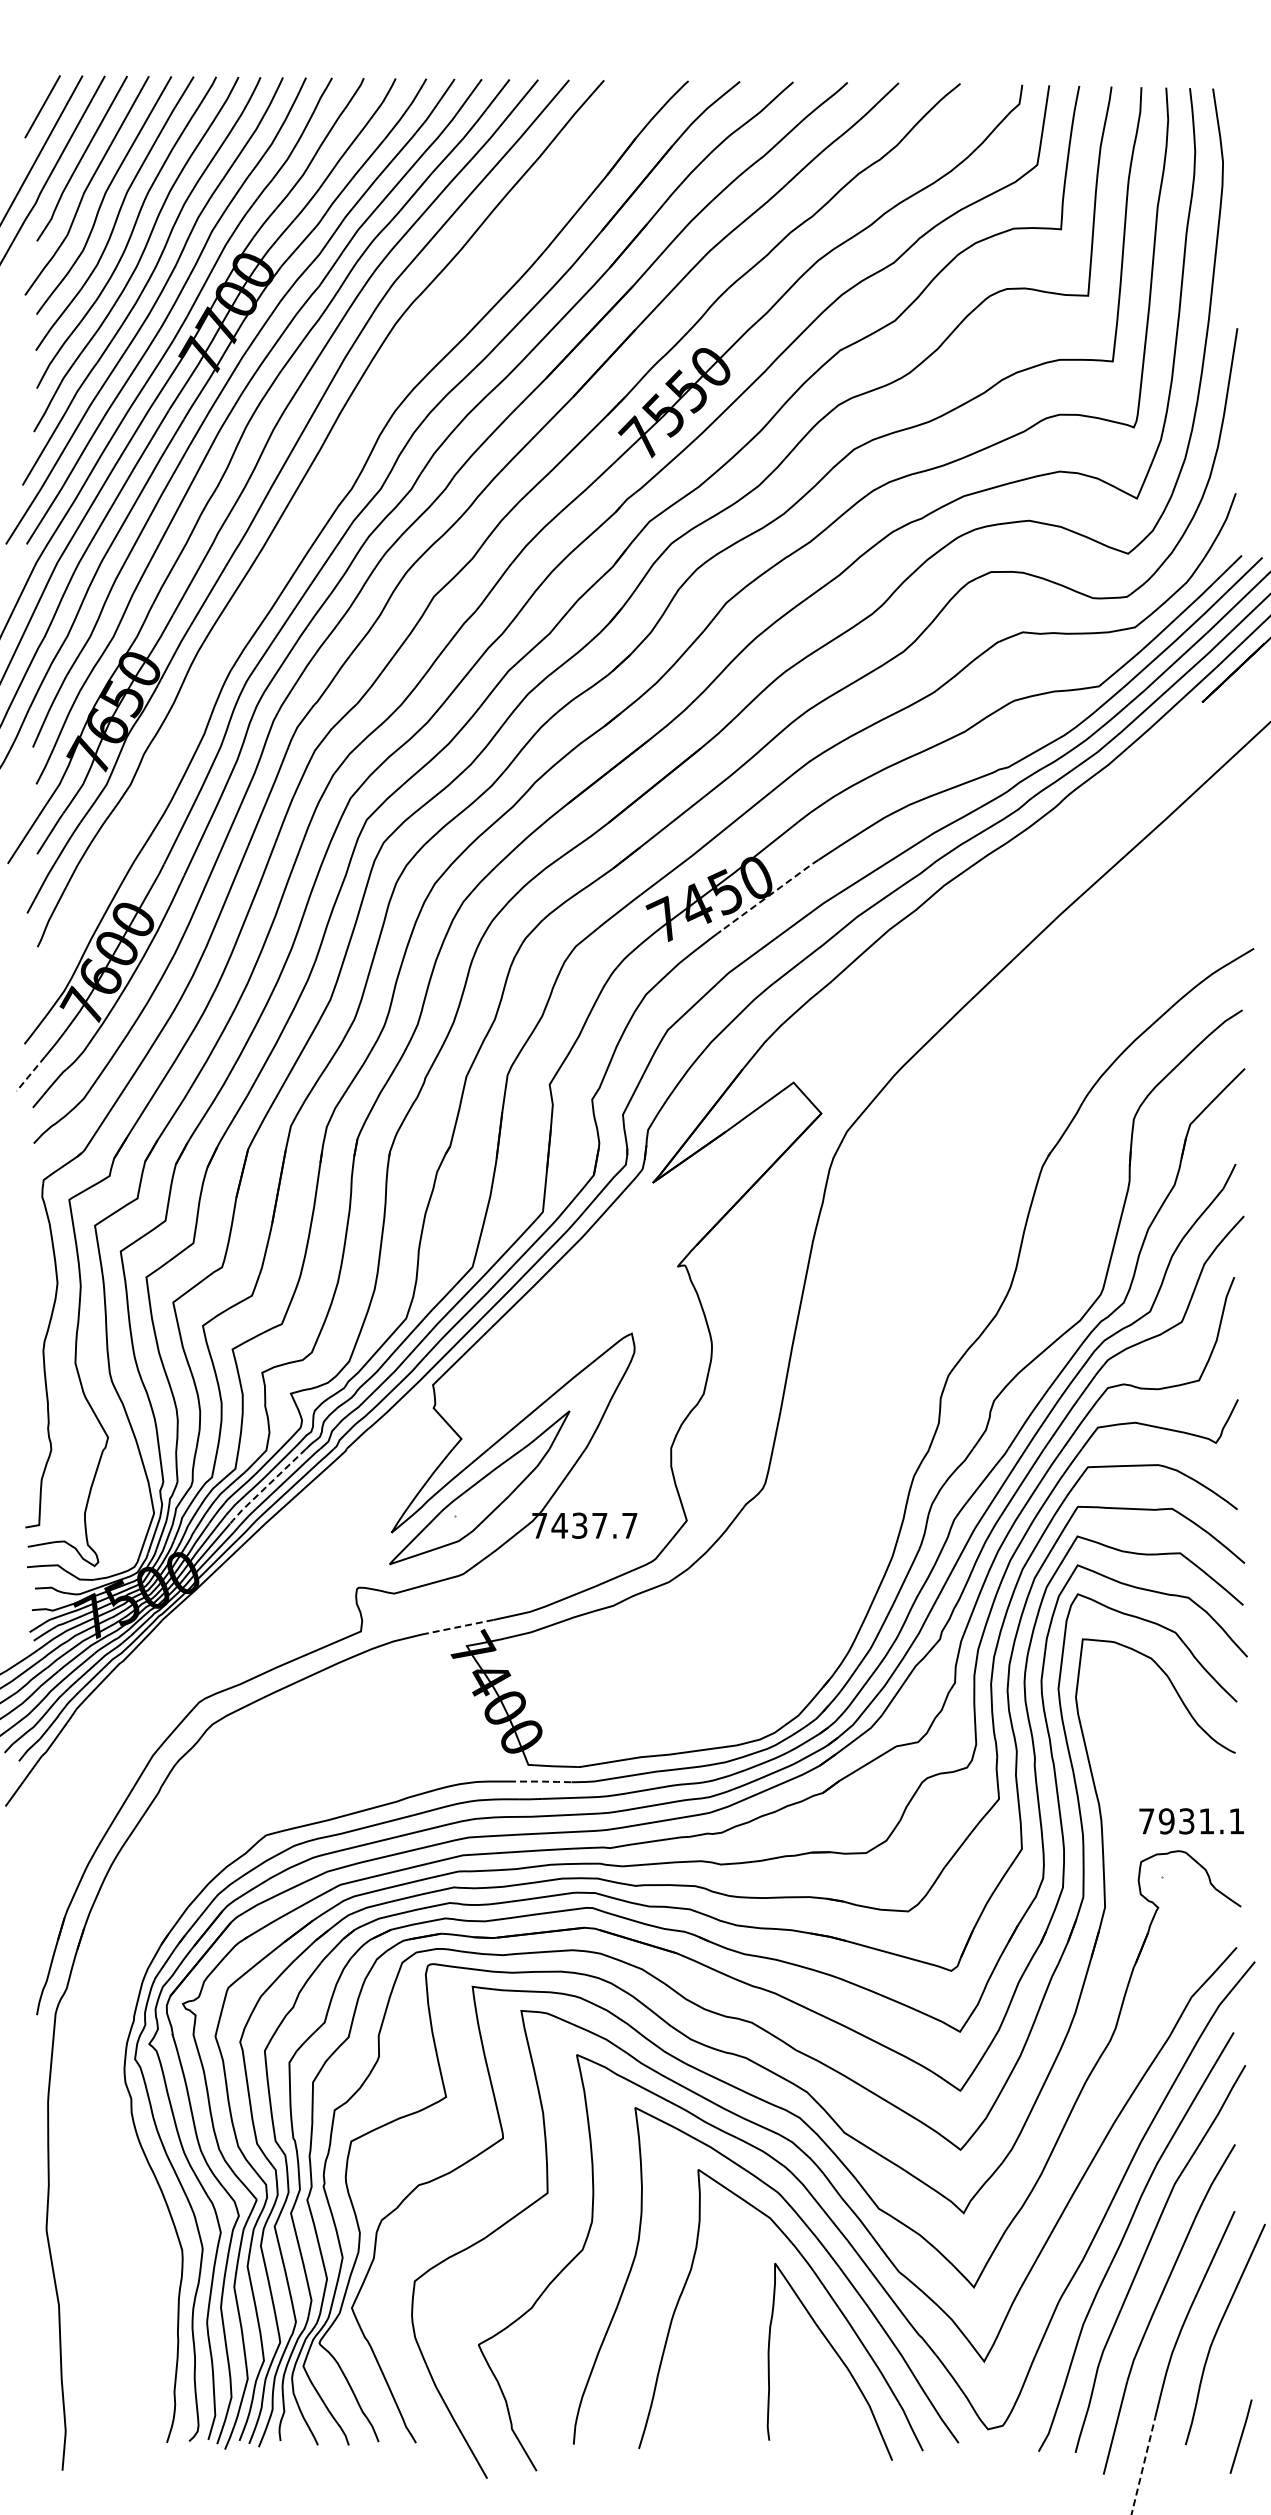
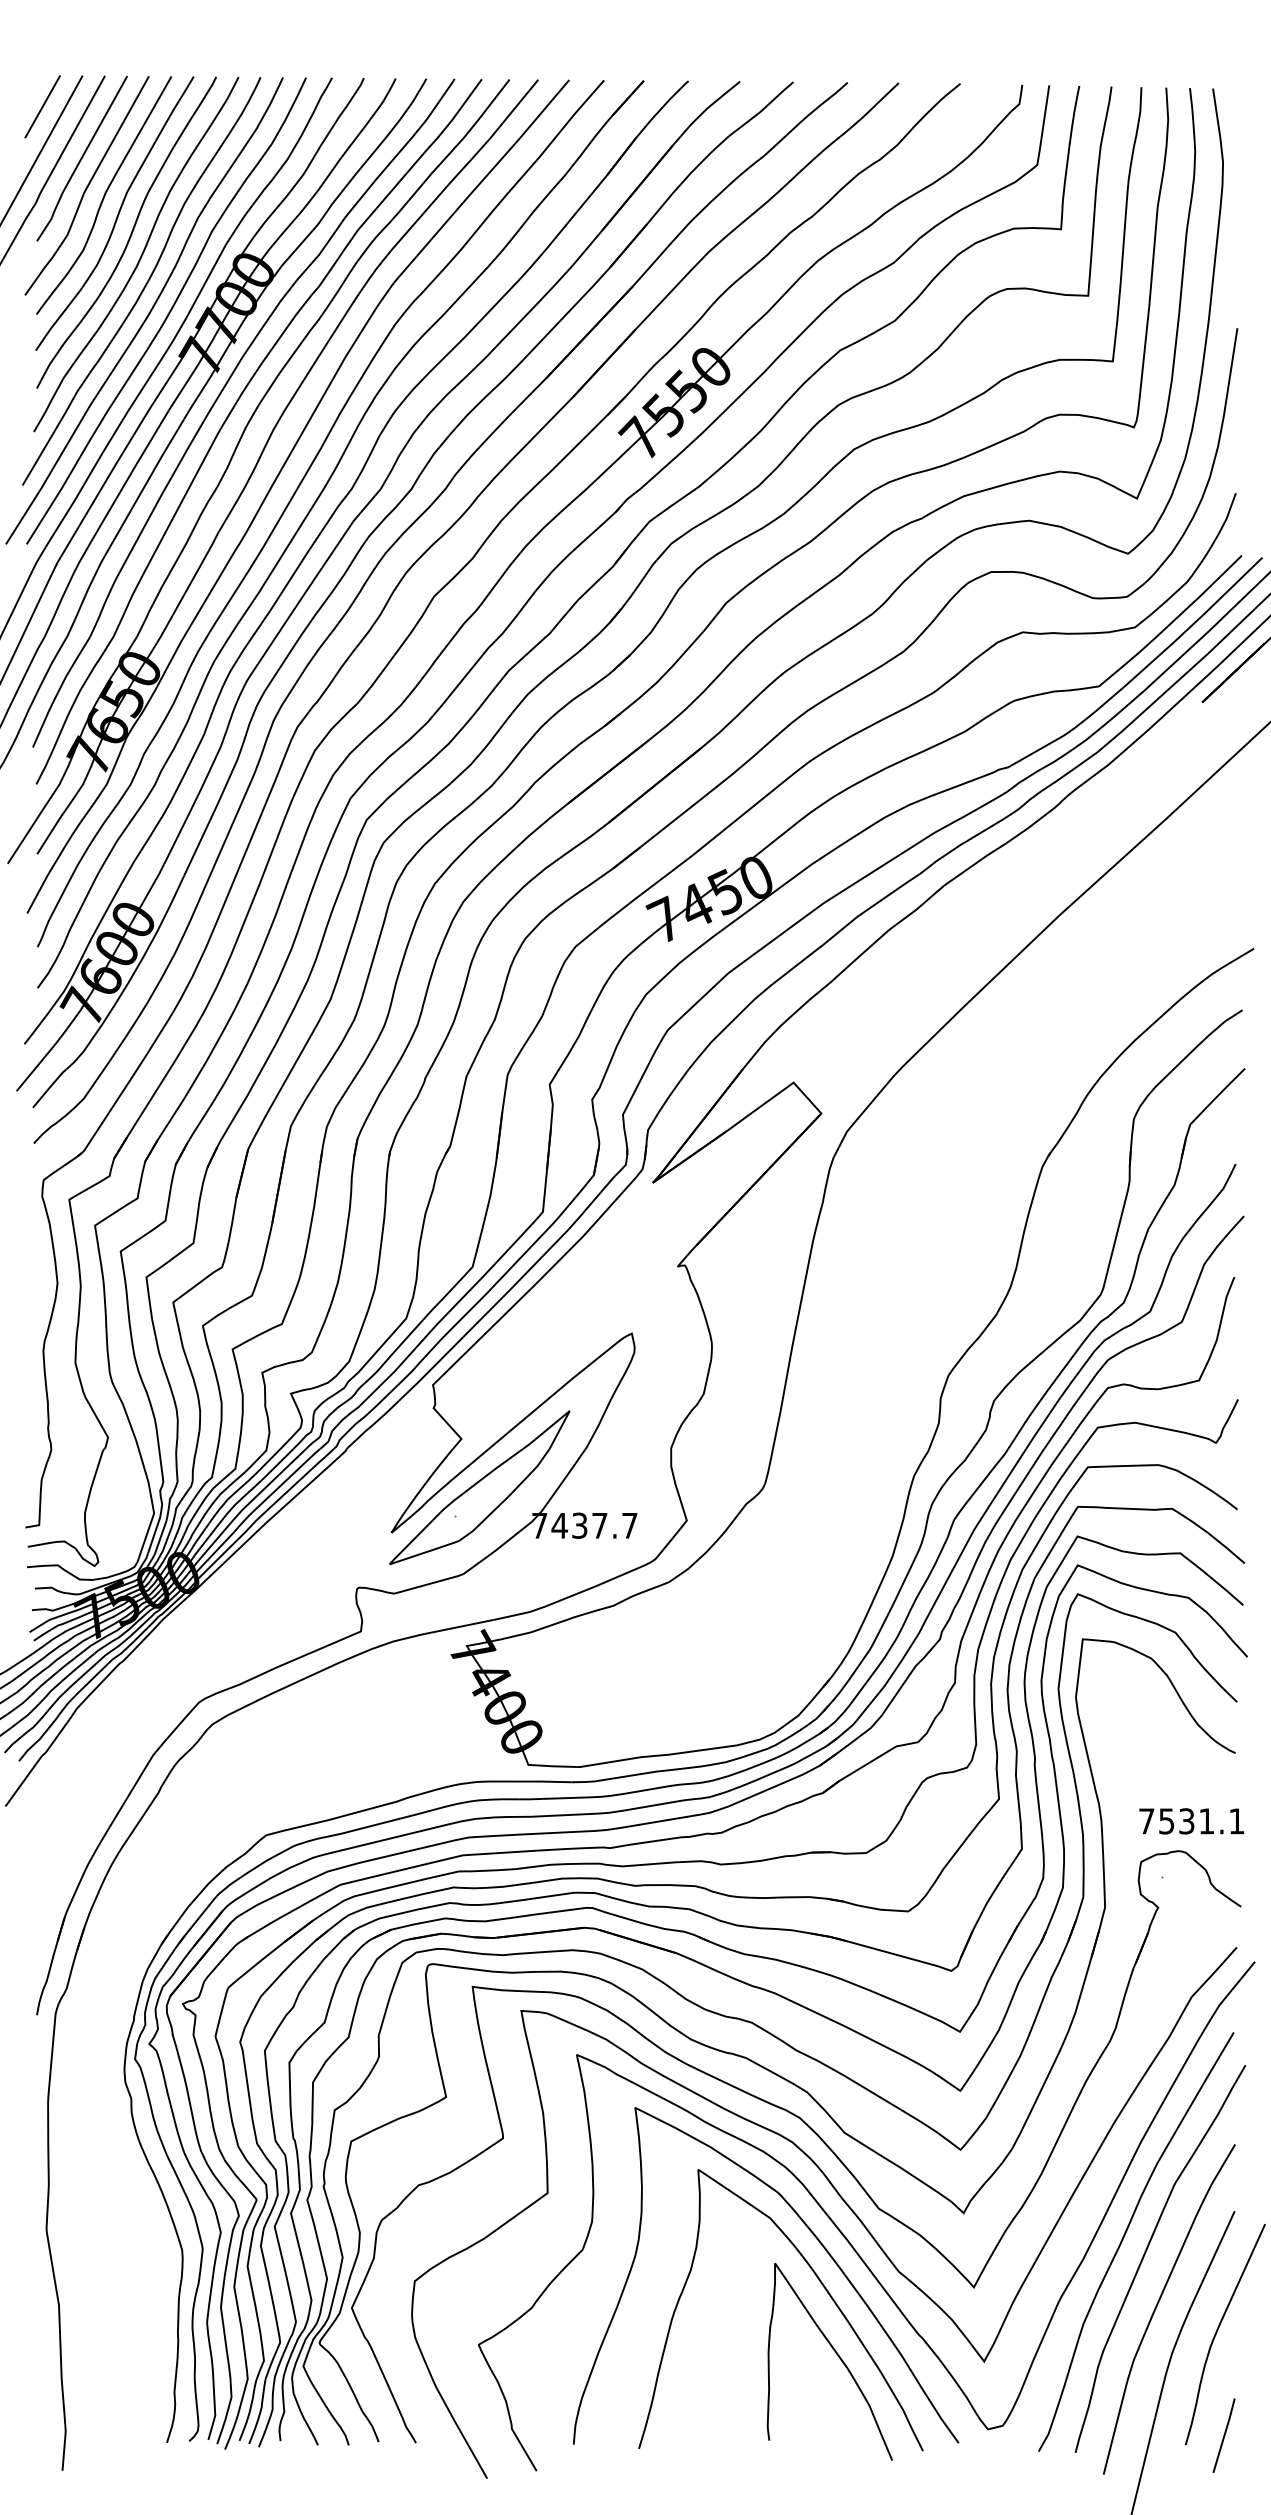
part at (310, 512): none -> present
line at (770, 894): dashed -> solid
line at (30, 1074): dashed -> solid
line at (266, 1486): dashed -> solid
line at (458, 1627): dashed -> solid
line at (541, 1781): dashed -> solid
text at (1166, 1821): 7931.1 -> 7531.1
line at (1240, 2436) position: (1240, 2436) -> (1223, 2435)
line at (1143, 2465): dashed -> solid
